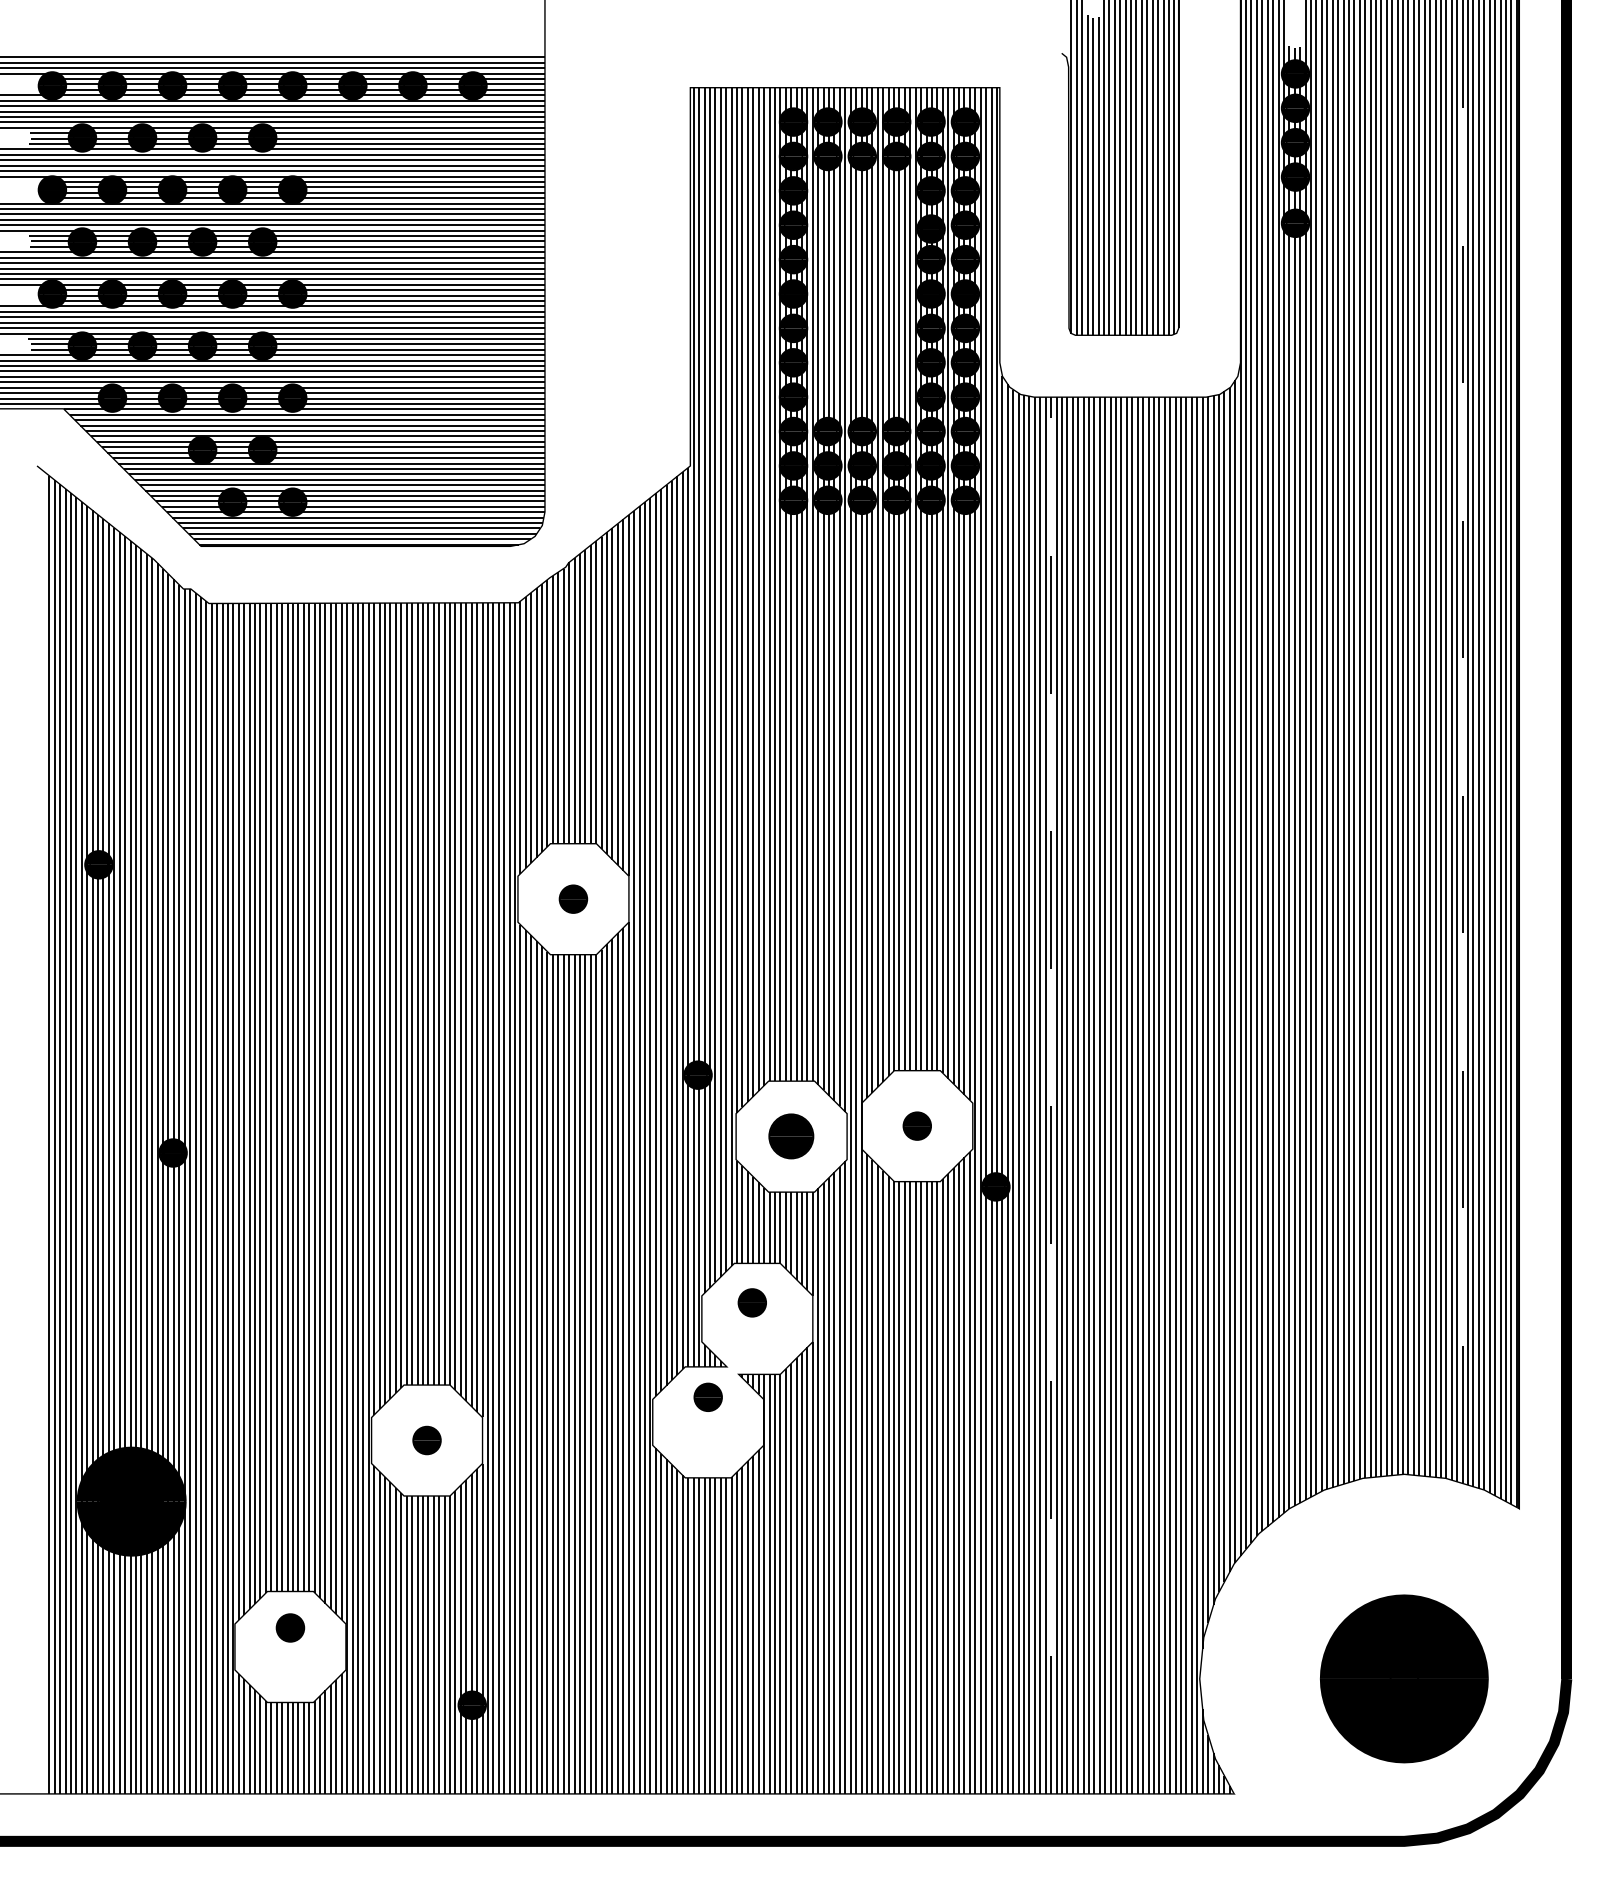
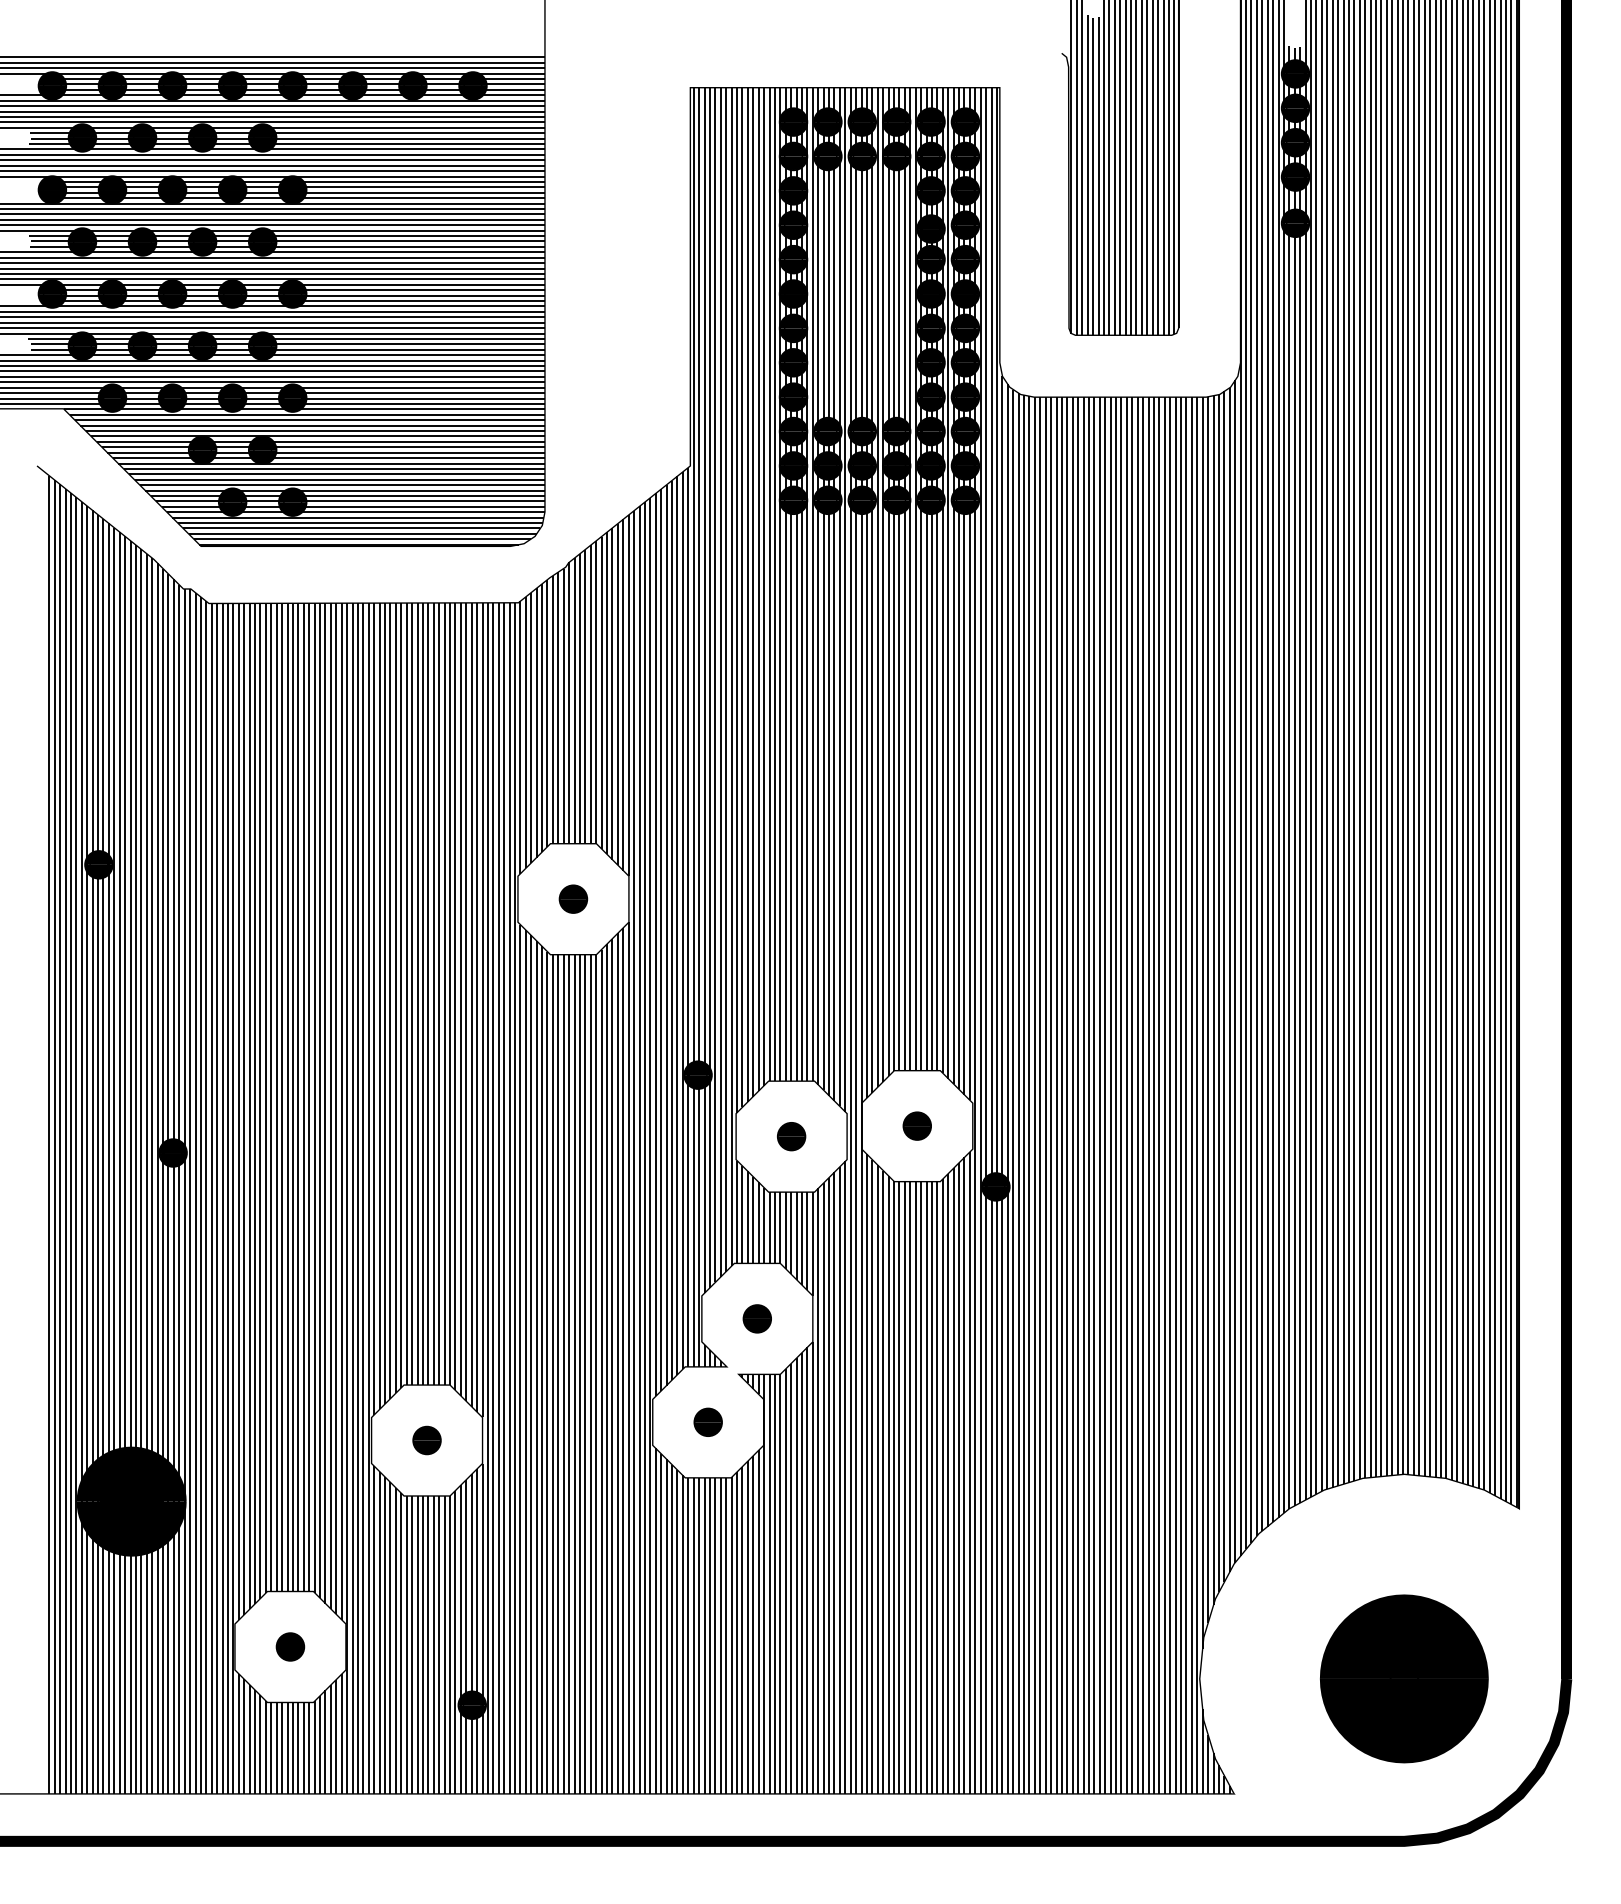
line at (1462, 741): dashed -> solid
line at (1051, 1095): dashed -> solid
part at (791, 1136) size: 47x47 px -> 30x30 px
part at (751, 1302) position: (751, 1302) -> (756, 1318)
part at (707, 1396) position: (707, 1396) -> (707, 1421)
part at (290, 1627) position: (290, 1627) -> (290, 1646)
